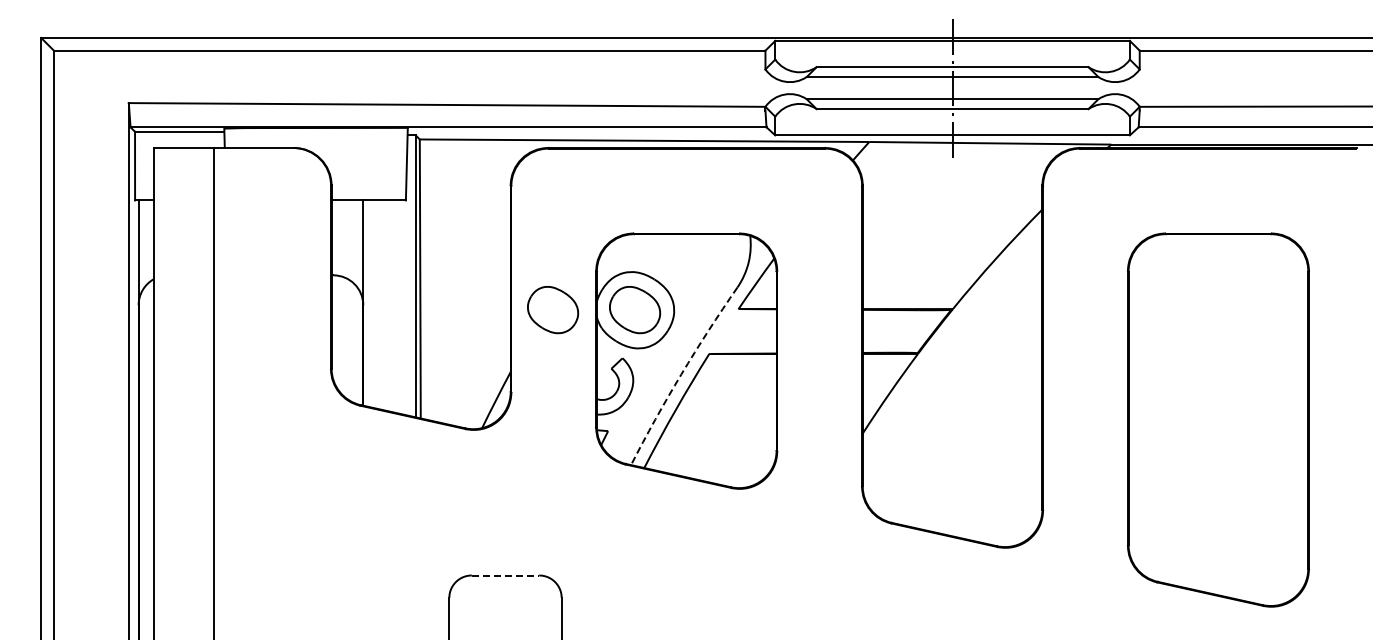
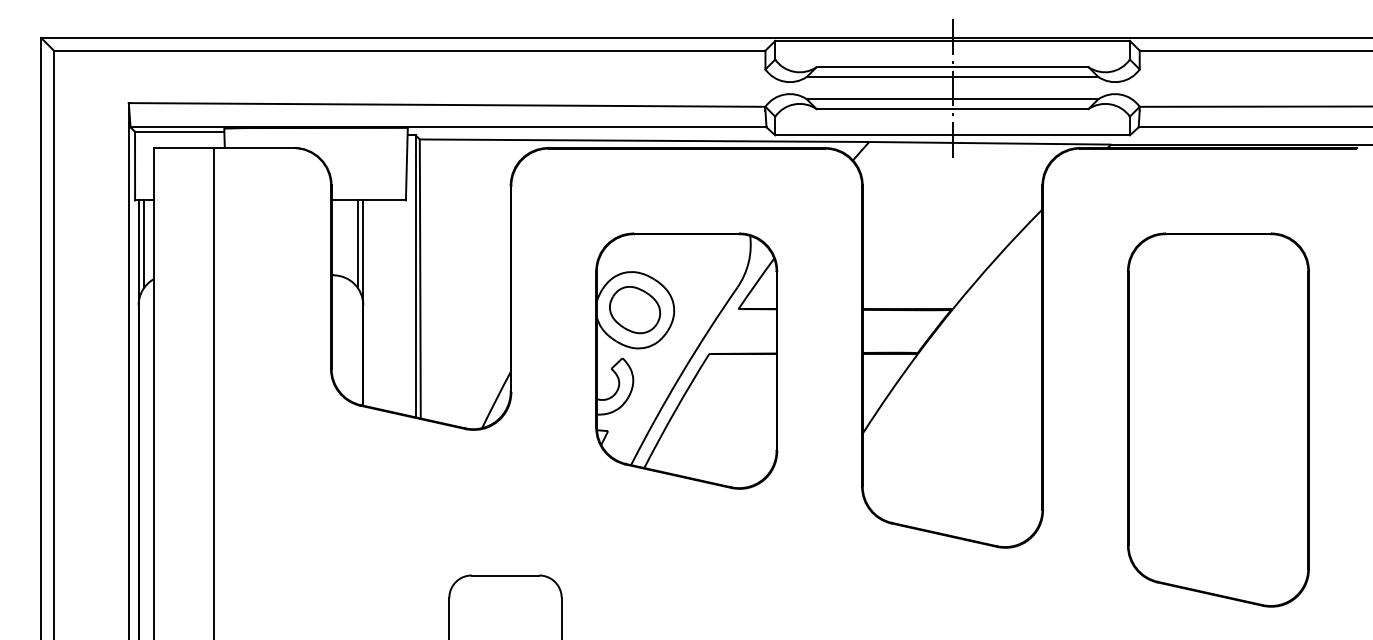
line at (143, 244): none -> present
line at (358, 244): none -> present
part at (553, 310): present -> none
arc at (681, 374): dashed -> solid
line at (505, 575): dashed -> solid
